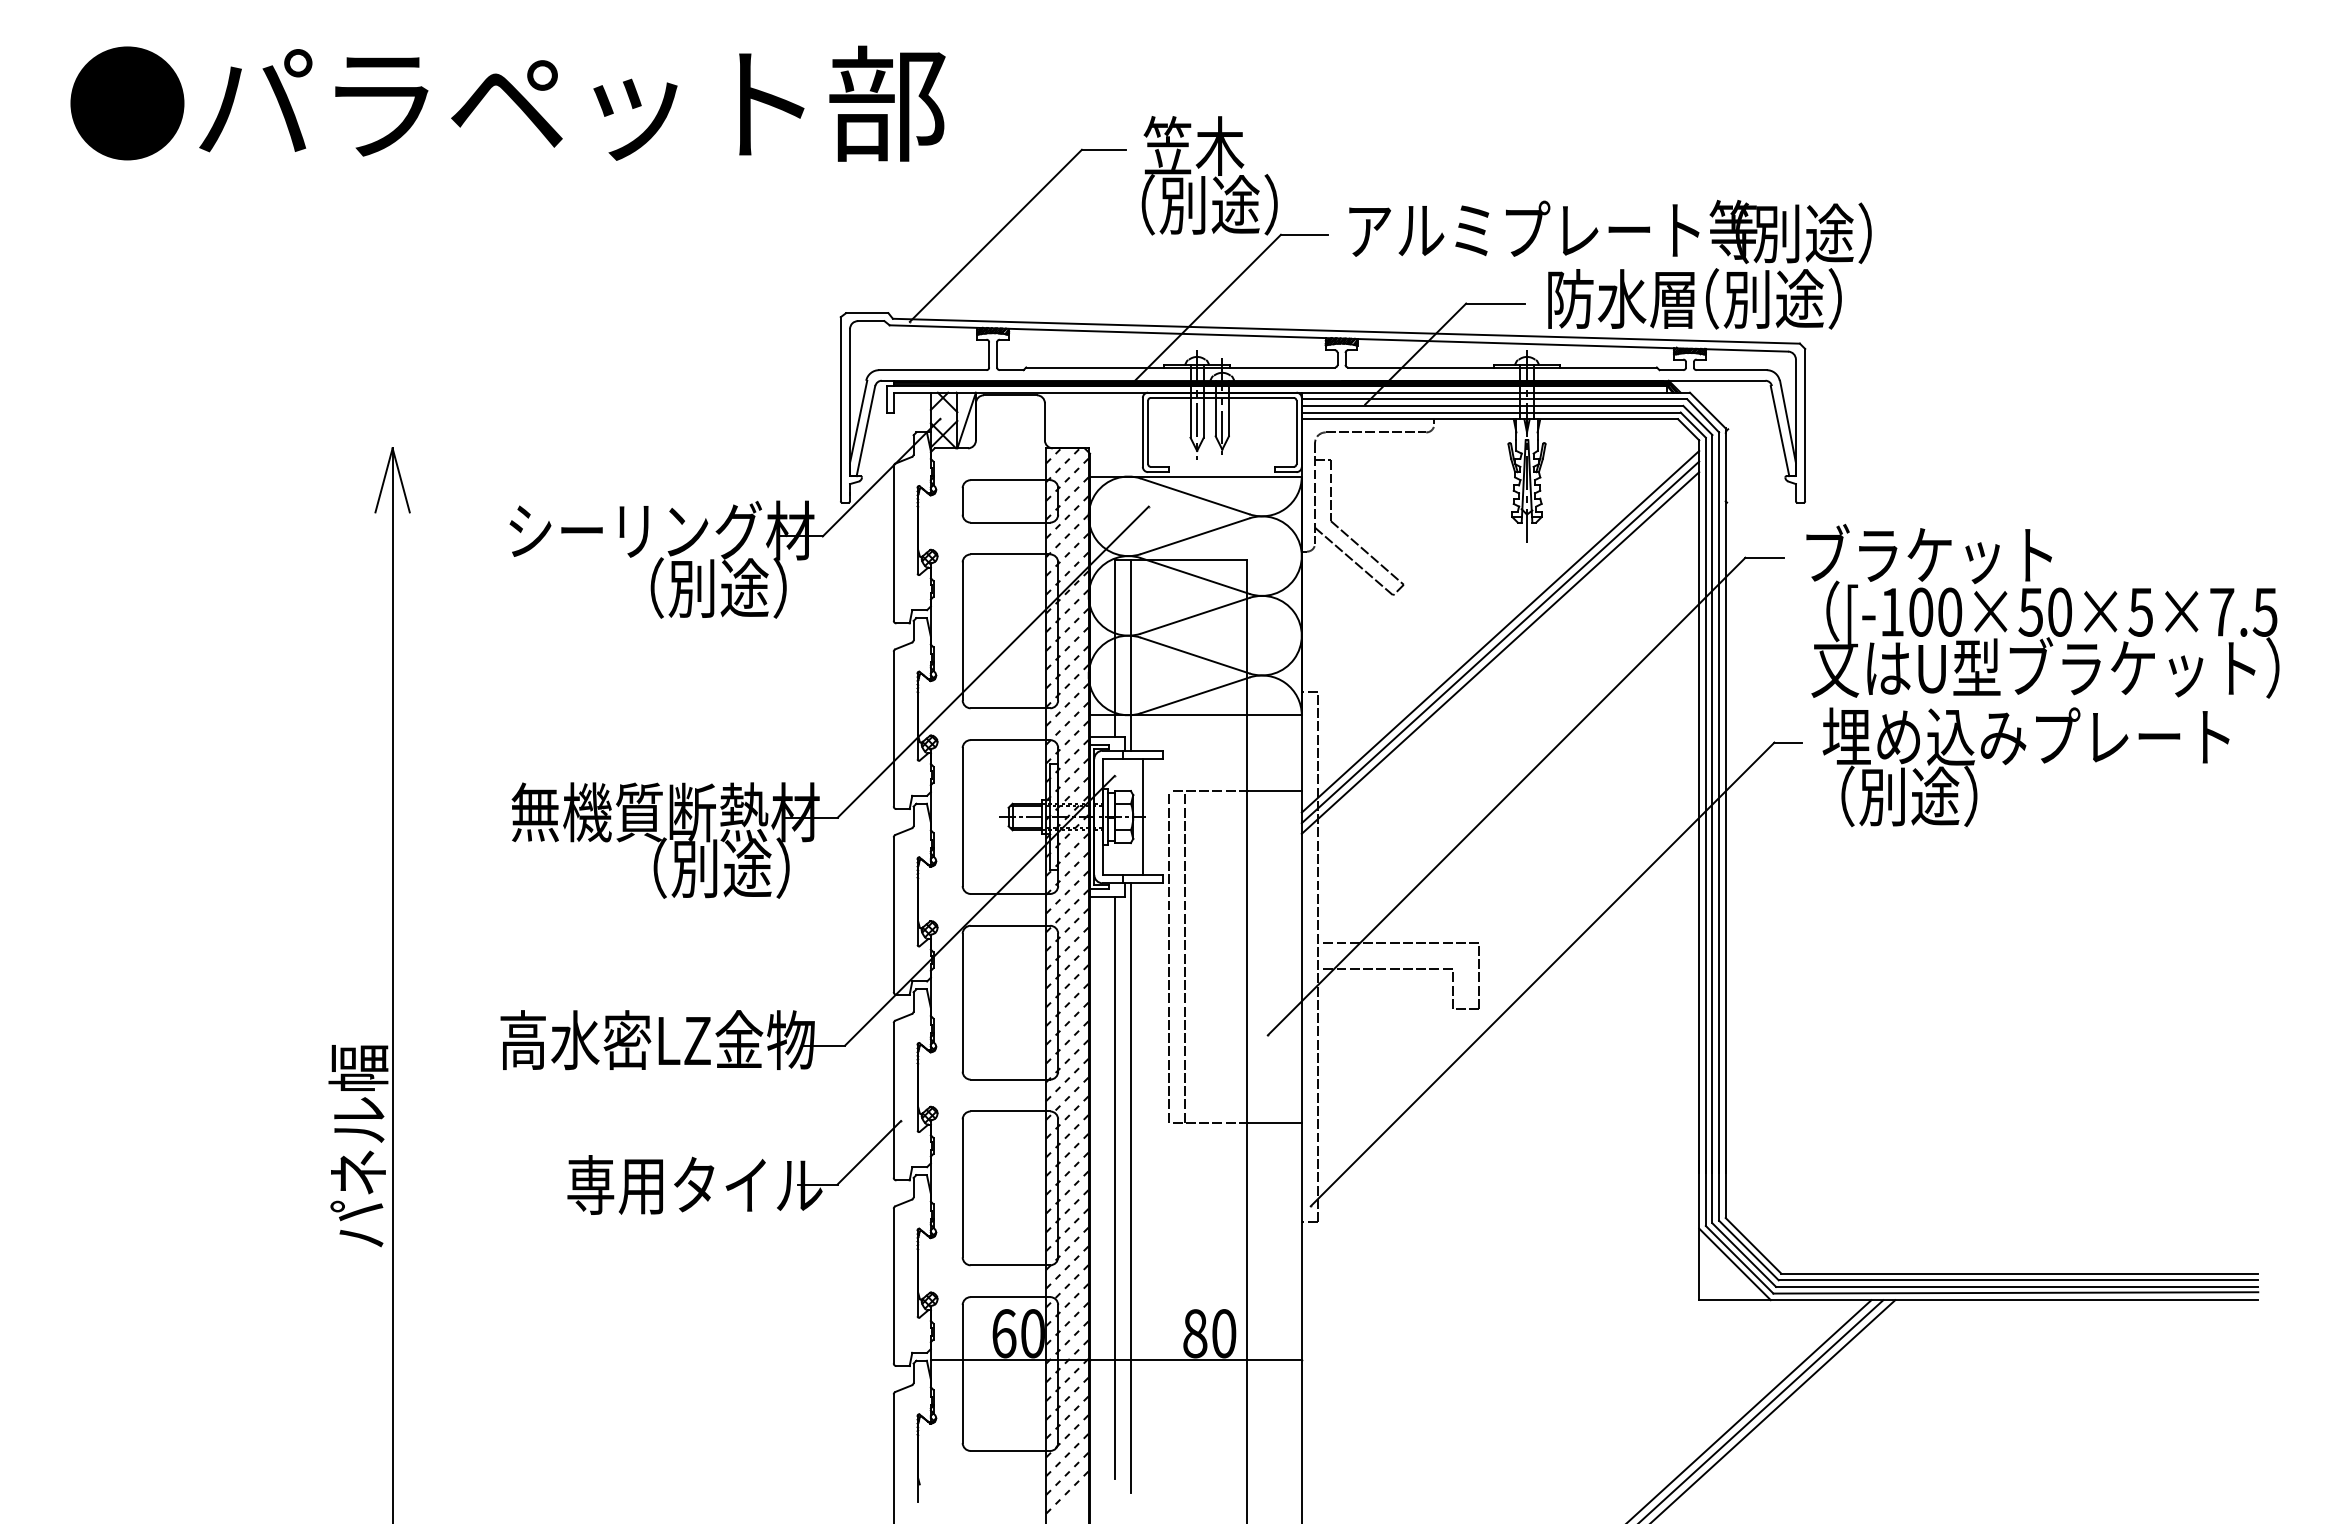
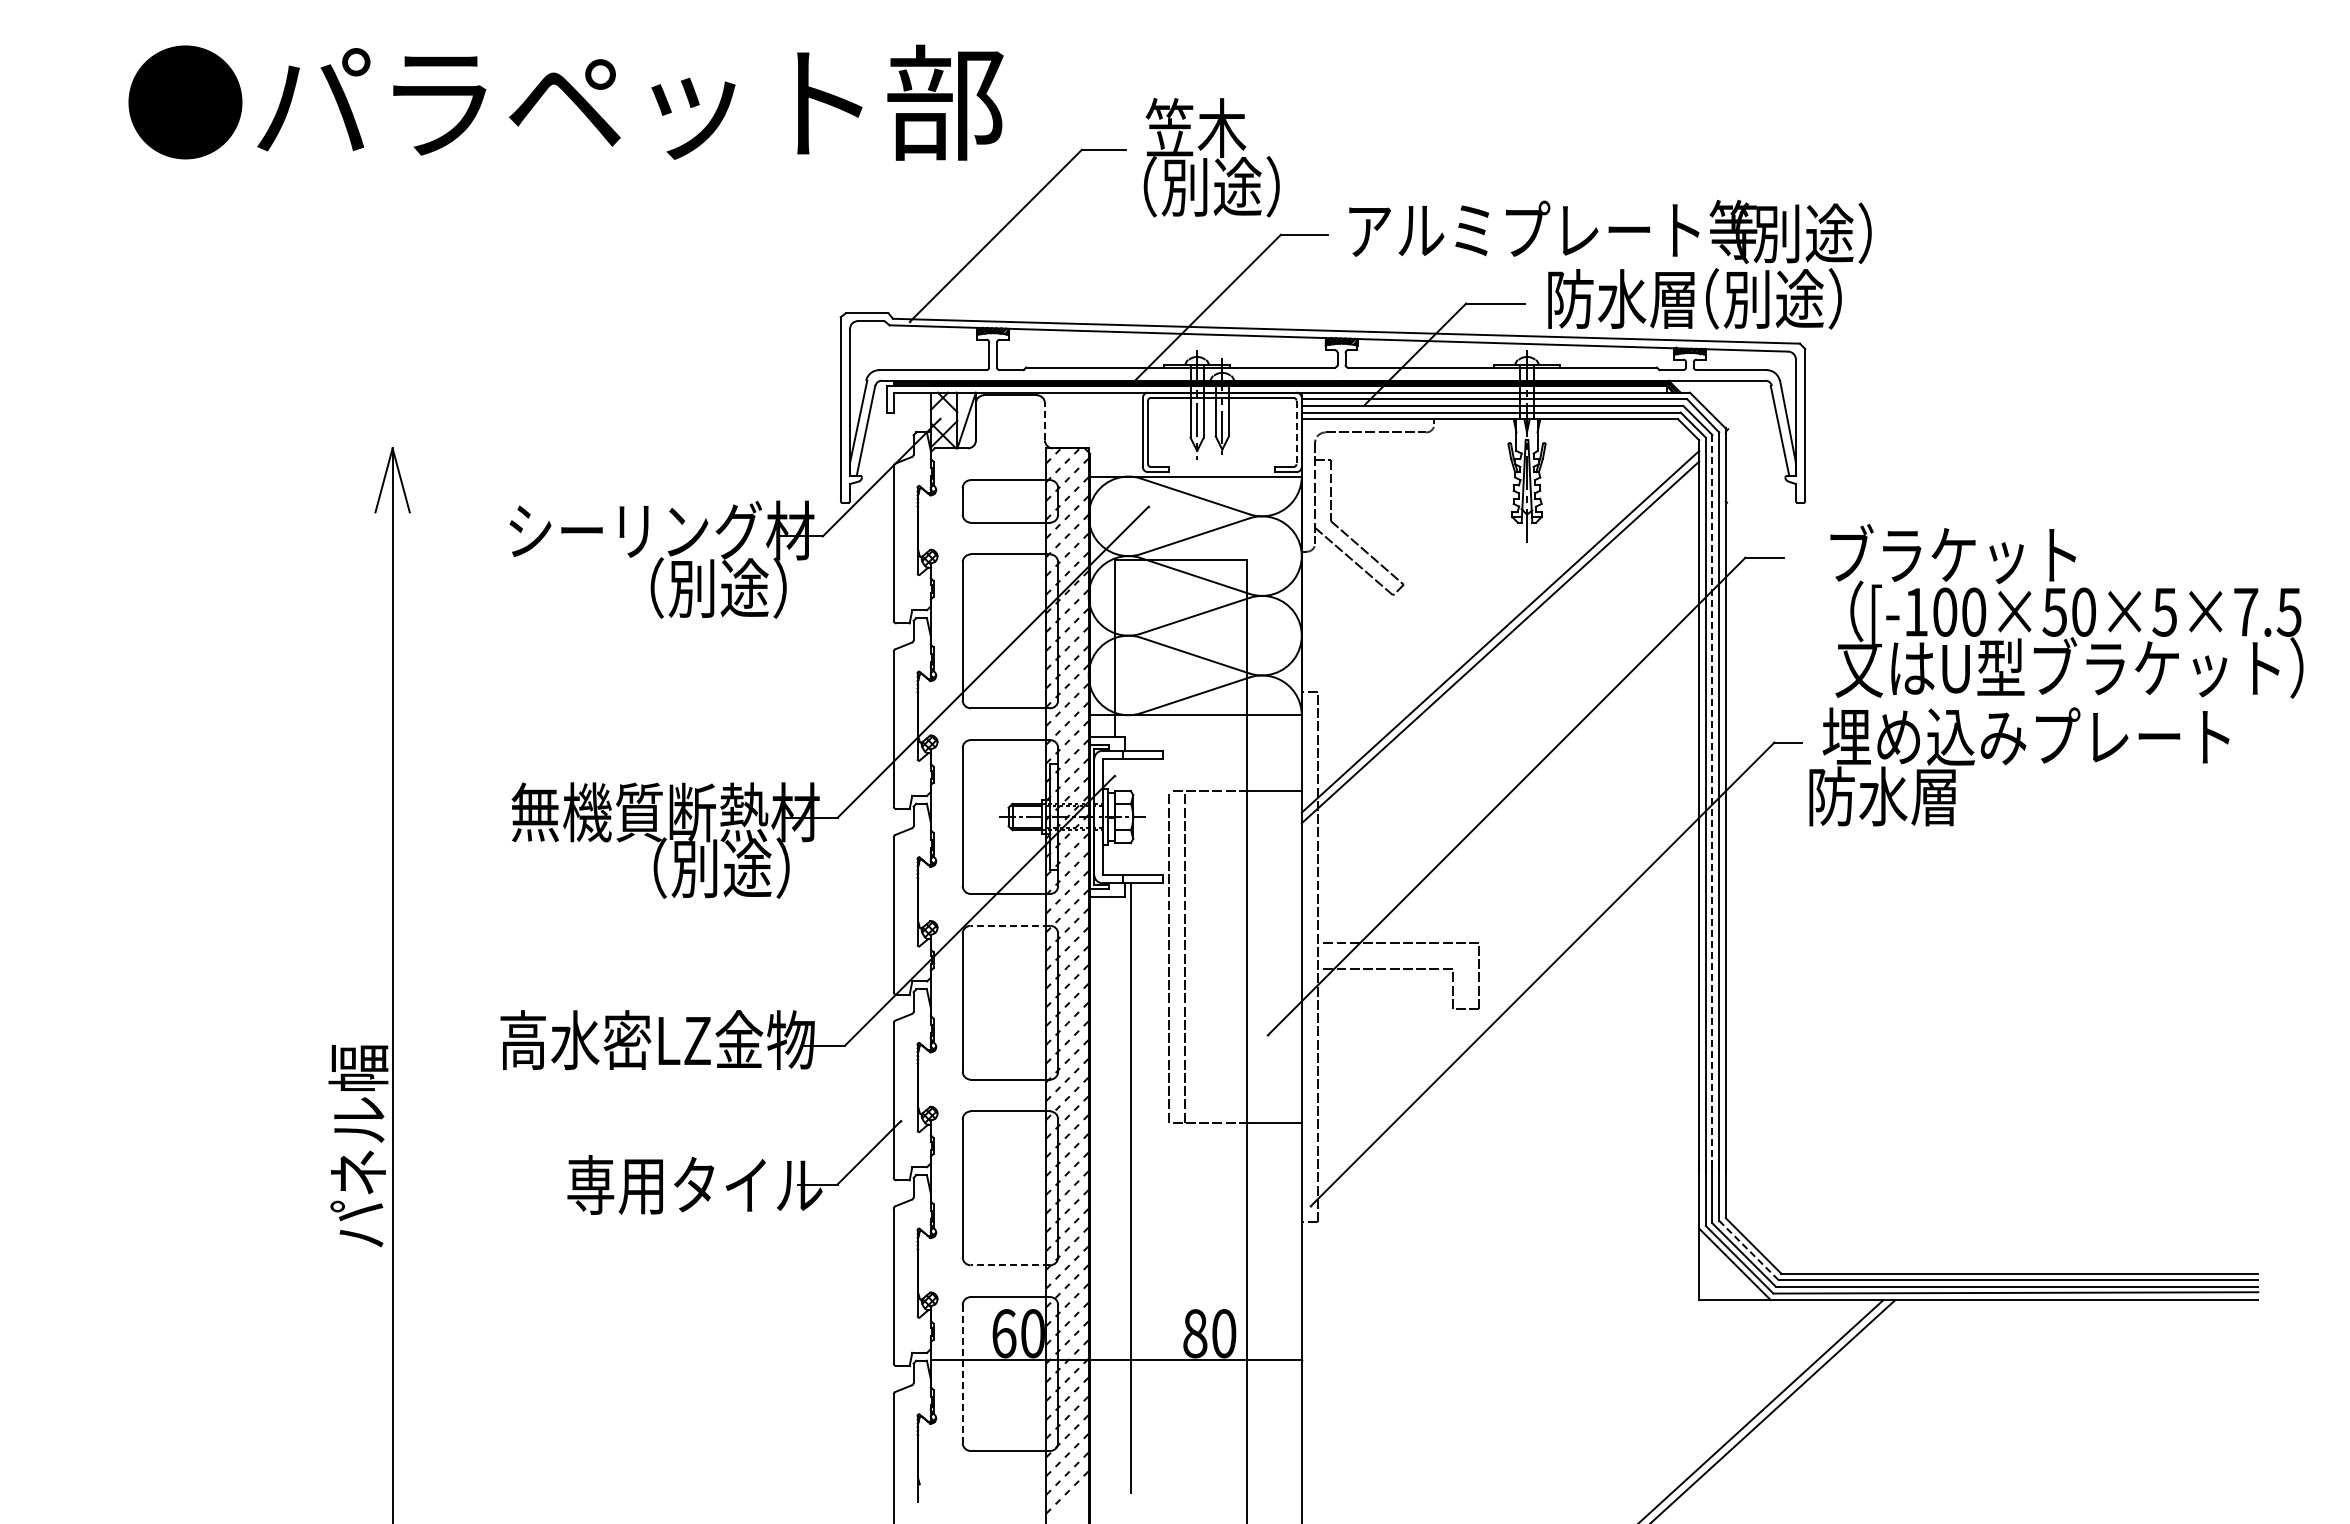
text at (507, 103) position: (507, 103) -> (565, 102)
text at (1209, 175) position: (1209, 175) -> (1211, 157)
line at (1044, 421): solid -> dashed
line at (1296, 432): solid -> dashed
text at (2042, 611) position: (2042, 611) -> (2066, 611)
line at (1500, 652): present -> none
line at (1130, 654): present -> none
text at (1893, 796): （別途） -> 防水層
line at (1712, 804): solid -> dashed
line at (1142, 816): present -> none
line at (1010, 925): solid -> dashed
line at (1115, 1188): present -> none
line at (1749, 1250): solid -> dashed
line at (1010, 1265): solid -> dashed
line at (962, 1374): solid -> dashed
line at (1750, 1410): present -> none
